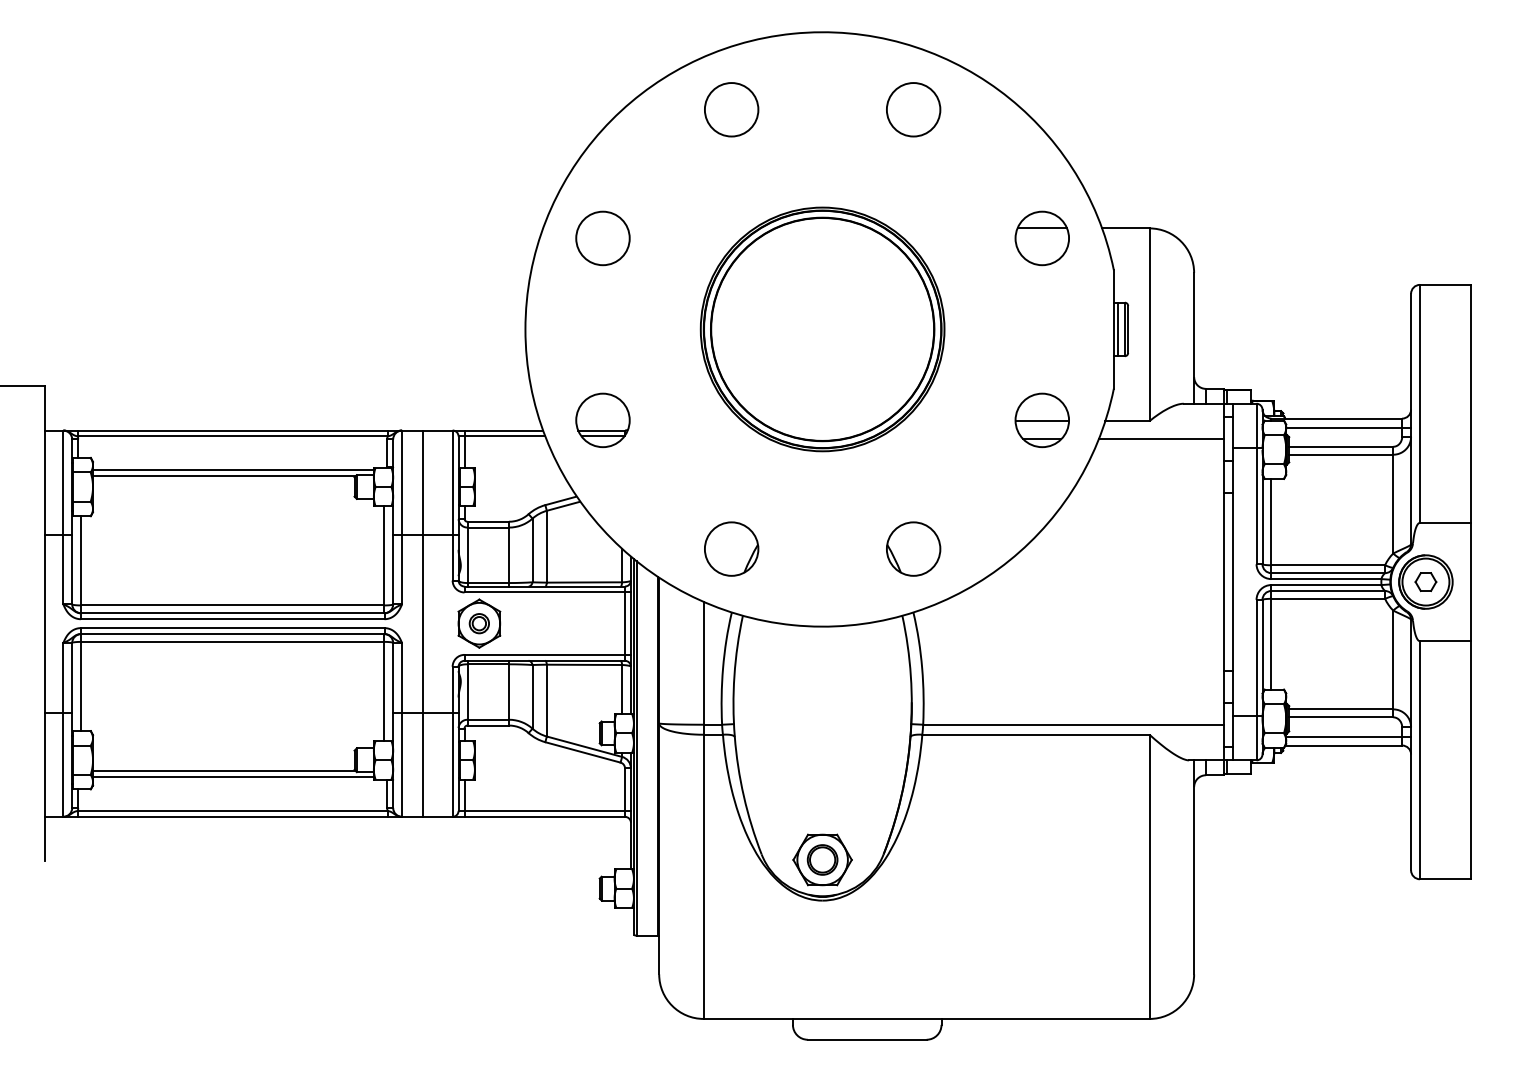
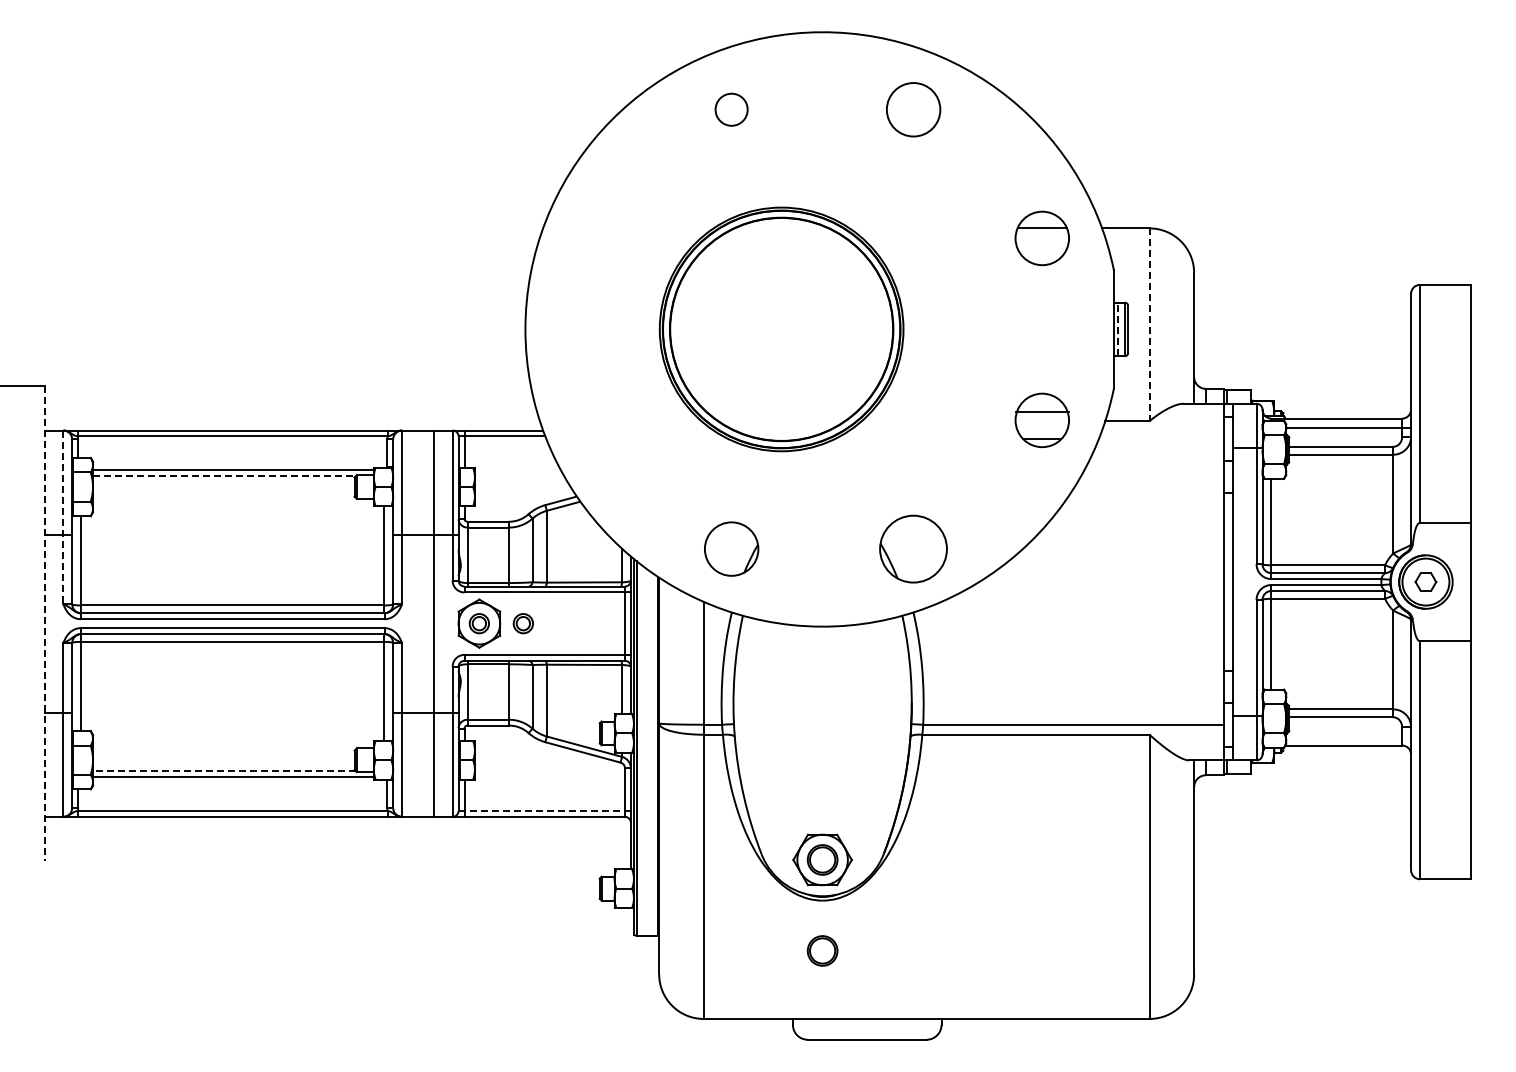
circle at (731, 109) diameter: 53 px -> 32 px
circle at (602, 238): present -> none
line at (1149, 325): solid -> dashed
part at (822, 329) position: (822, 329) -> (781, 329)
line at (1118, 329): solid -> dashed
part at (602, 420): present -> none
line at (1042, 421) position: (1042, 421) -> (1042, 412)
line at (1160, 439): present -> none
line at (224, 475): solid -> dashed
line at (63, 517): solid -> dashed
part at (913, 548) size: 56x56 px -> 69x70 px
line at (45, 623): solid -> dashed
line at (422, 623) position: (422, 623) -> (433, 623)
part at (522, 623): none -> present
line at (1348, 736): present -> none
line at (224, 771): solid -> dashed
line at (544, 810): solid -> dashed
part at (822, 950): none -> present
